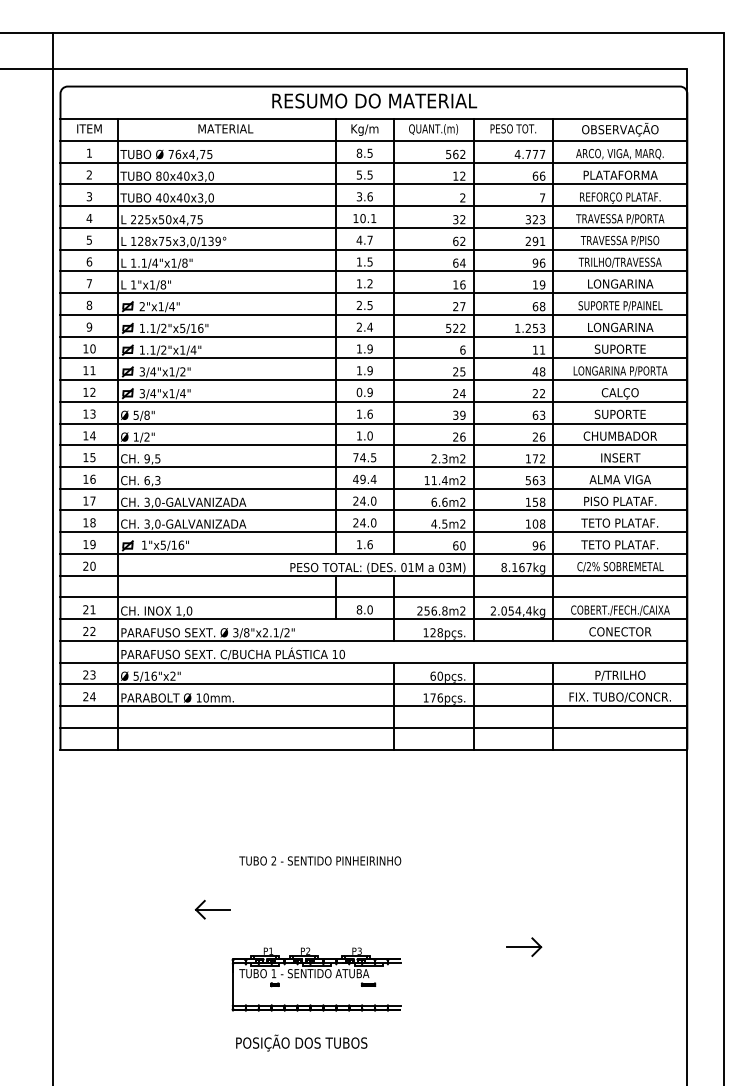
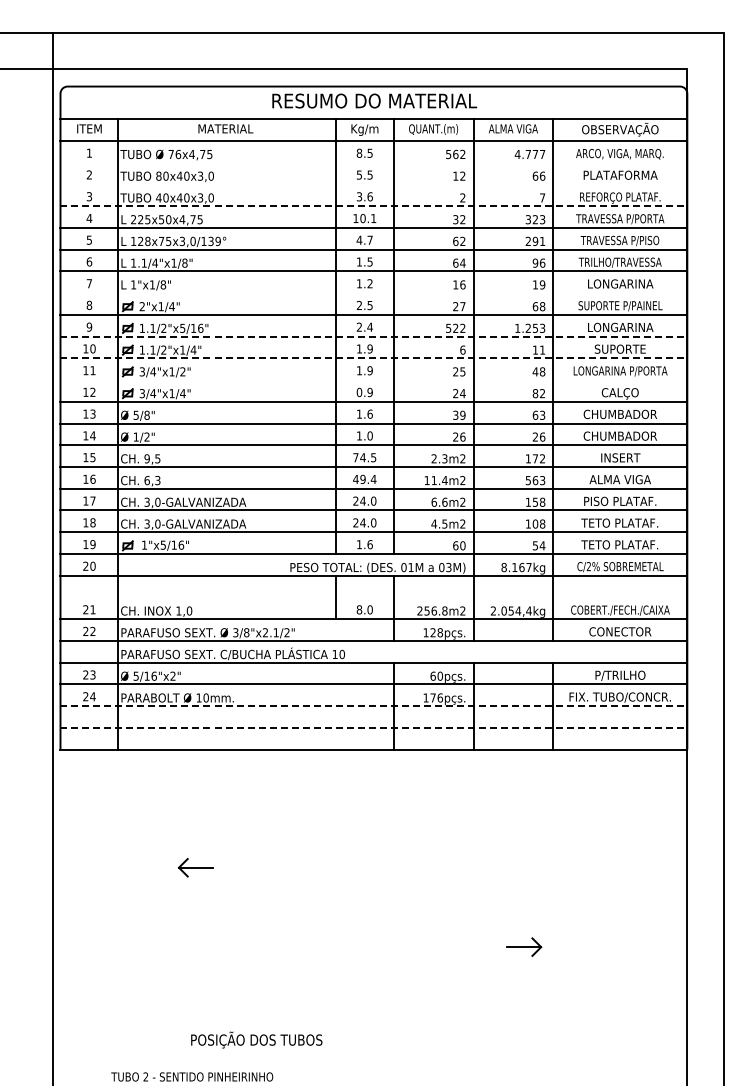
text at (512, 128): PESO TOT. -> ALMA VIGA
line at (373, 162): present -> none
line at (373, 184): present -> none
line at (374, 206): solid -> dashed
line at (373, 293): present -> none
line at (374, 336): solid -> dashed
line at (374, 358): solid -> dashed
line at (373, 380): present -> none
text at (535, 393): 22 -> 82
text at (619, 414): SUPORTE -> CHUMBADOR
text at (538, 545): 96 -> 54
line at (373, 597): present -> none
line at (374, 706): solid -> dashed
line at (374, 727): solid -> dashed
text at (320, 860) position: (320, 860) -> (192, 1076)
part at (212, 909) position: (212, 909) -> (195, 867)
part at (316, 979): present -> none
text at (301, 1042) position: (301, 1042) -> (256, 1039)
